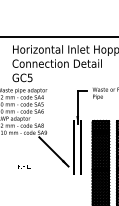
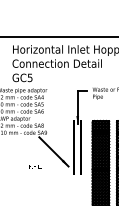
text at (24, 166) position: (24, 166) -> (35, 166)
